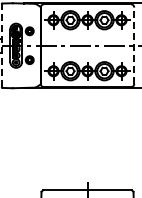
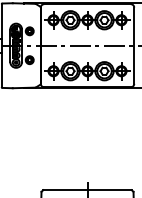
line at (1, 45): dashed -> solid
line at (134, 45): dashed -> solid
